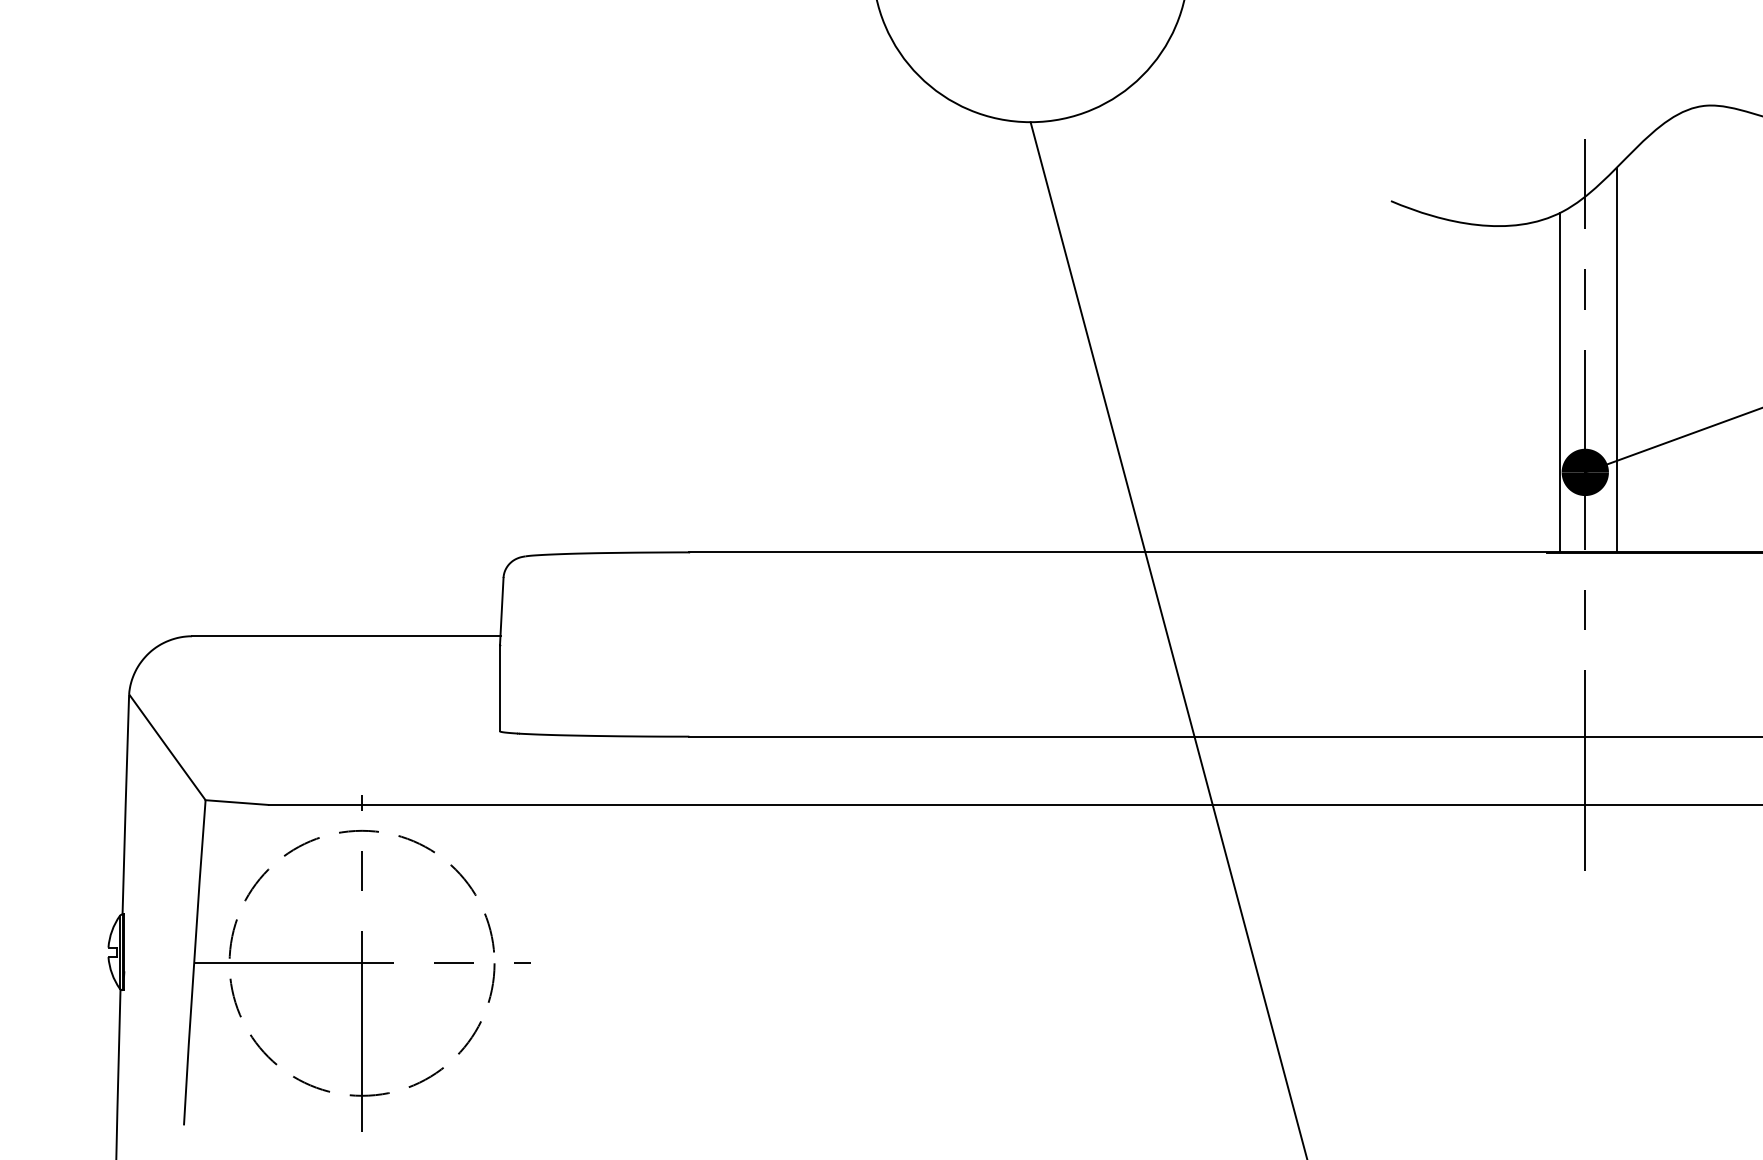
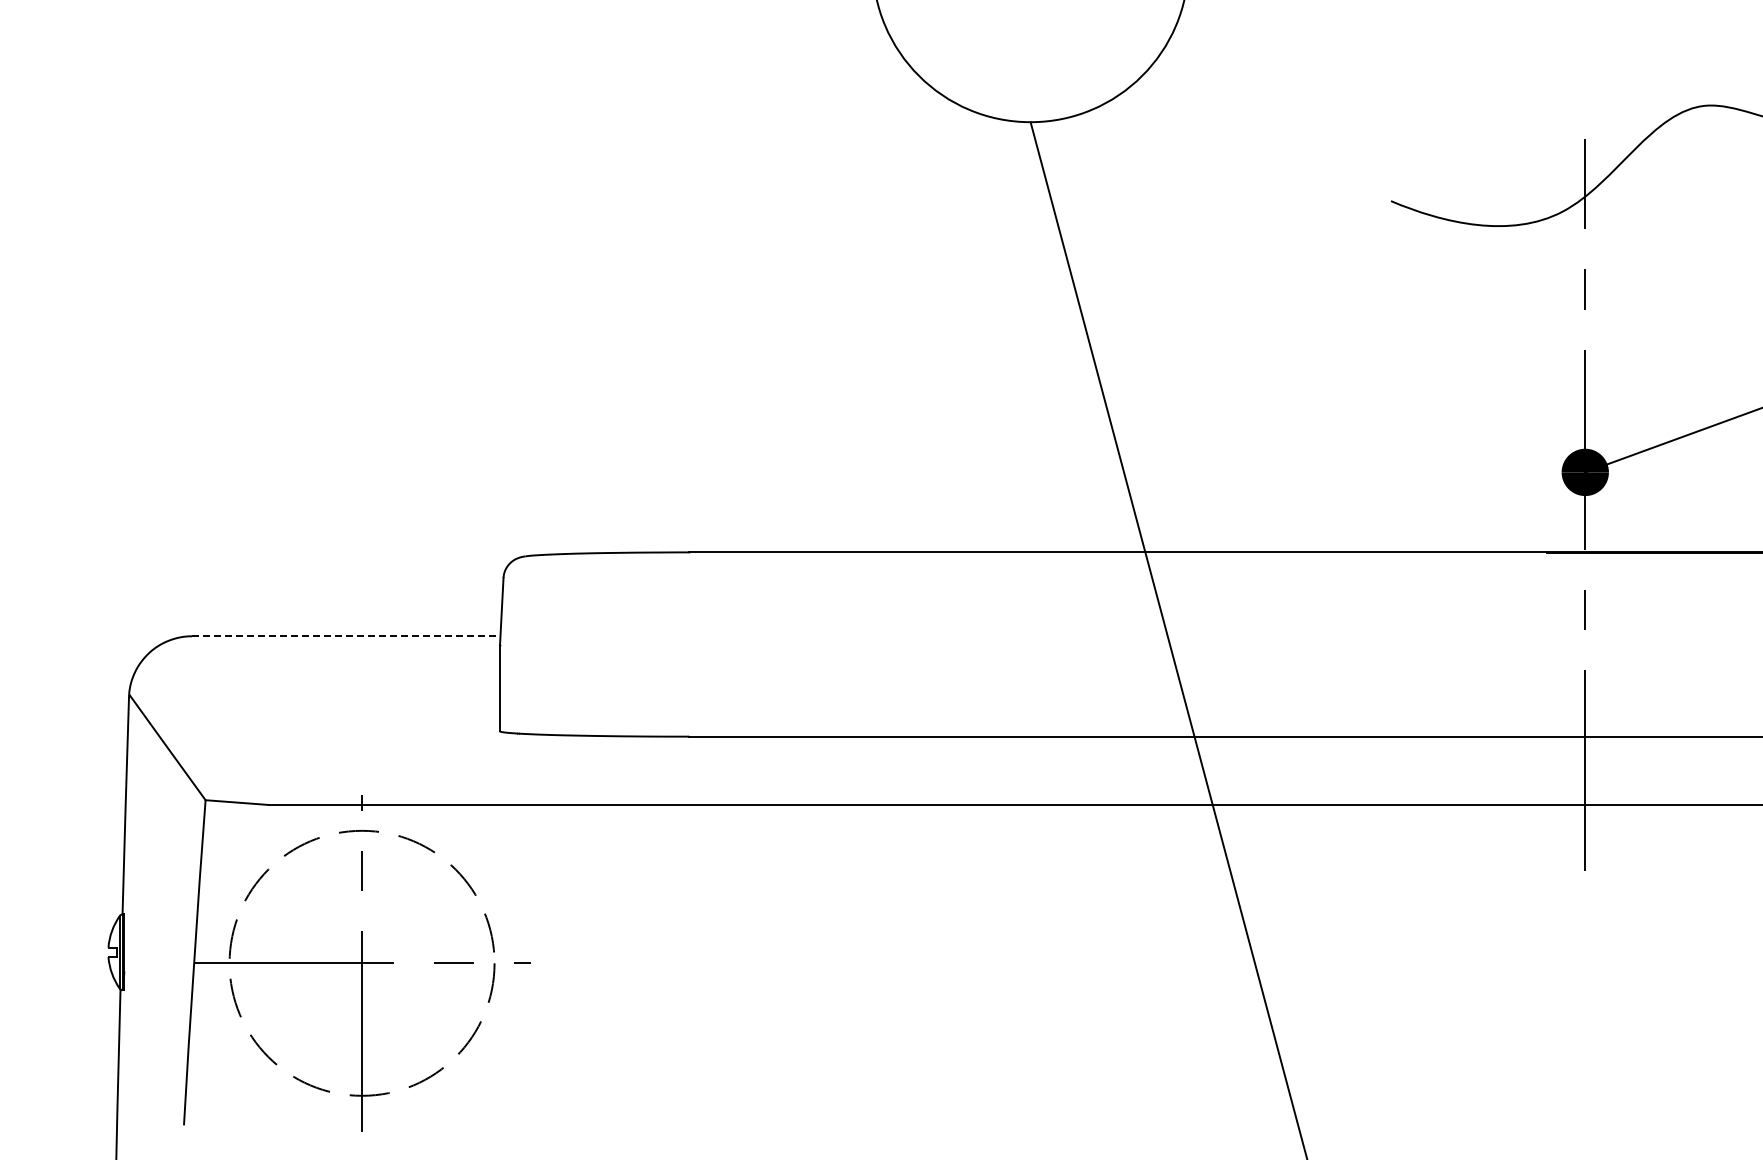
line at (1616, 359): present -> none
line at (1559, 382): present -> none
line at (346, 636): solid -> dashed
